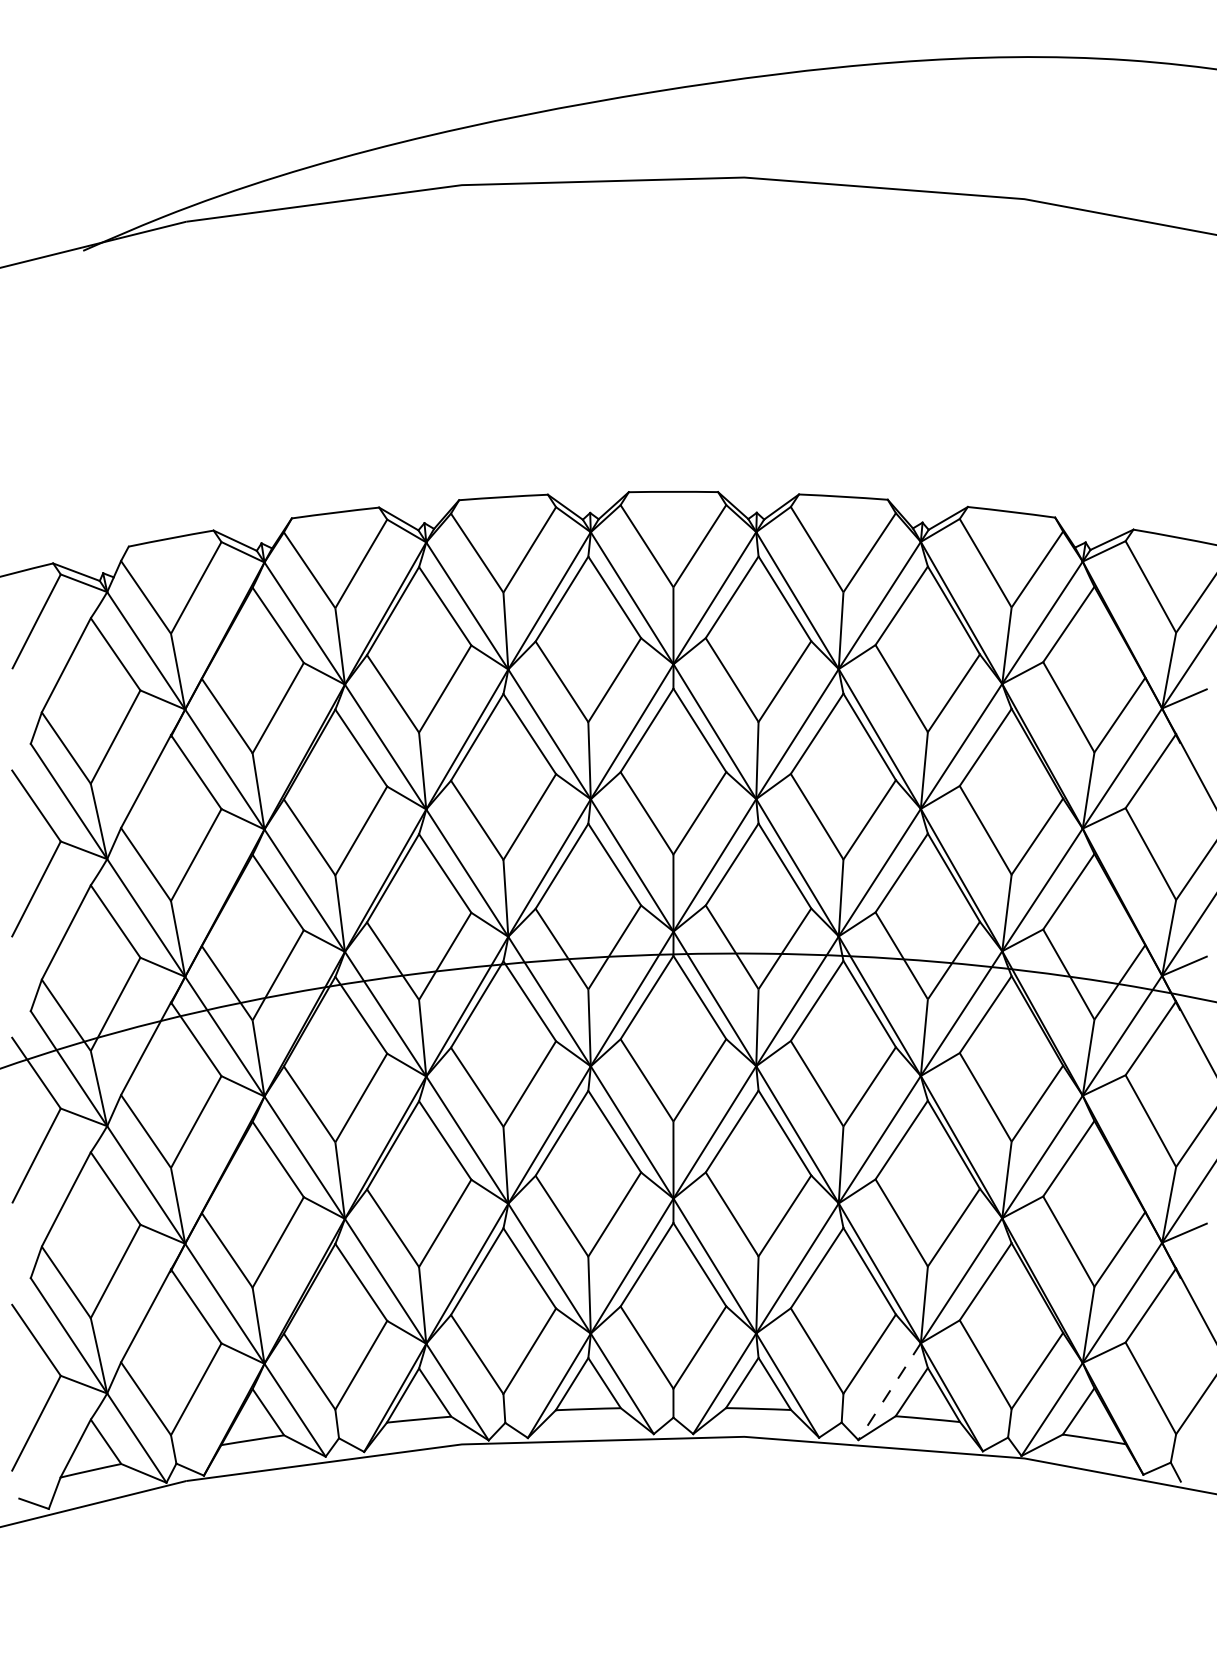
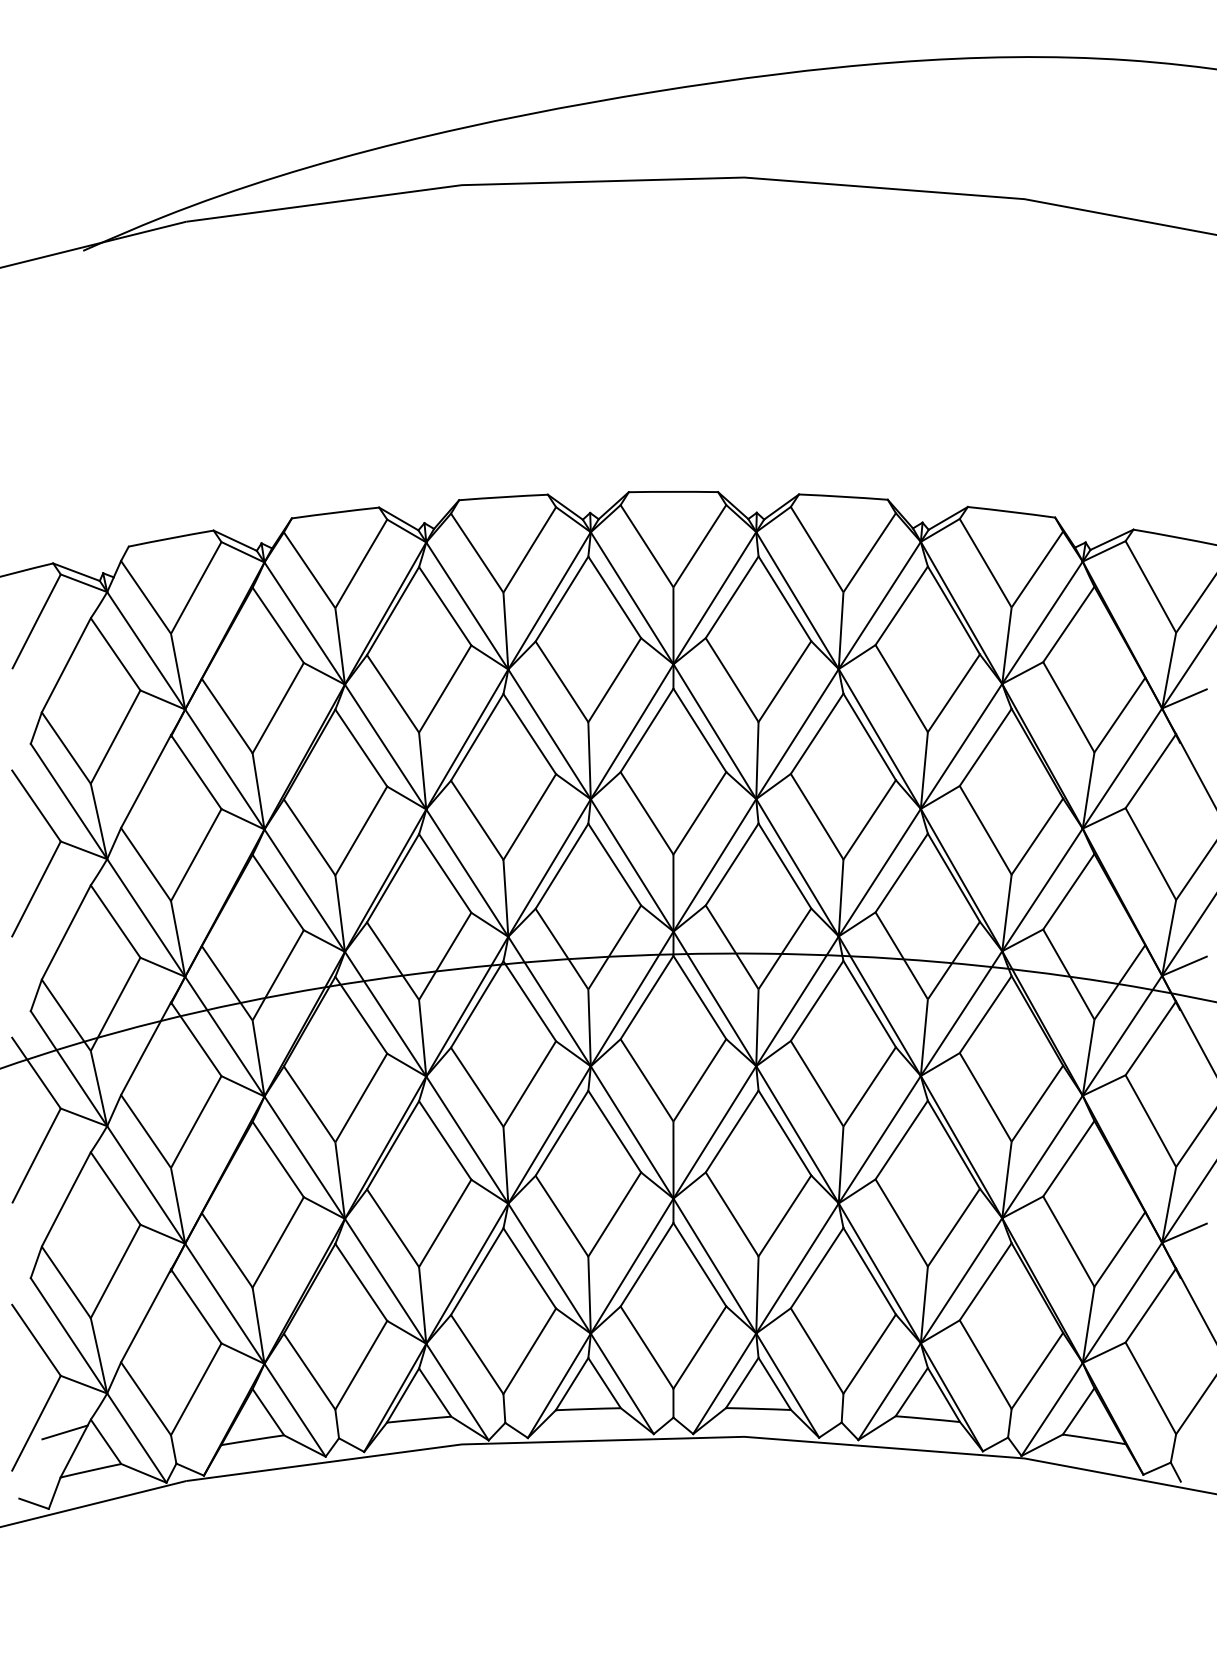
line at (889, 1391): dashed -> solid
line at (64, 1432): none -> present
